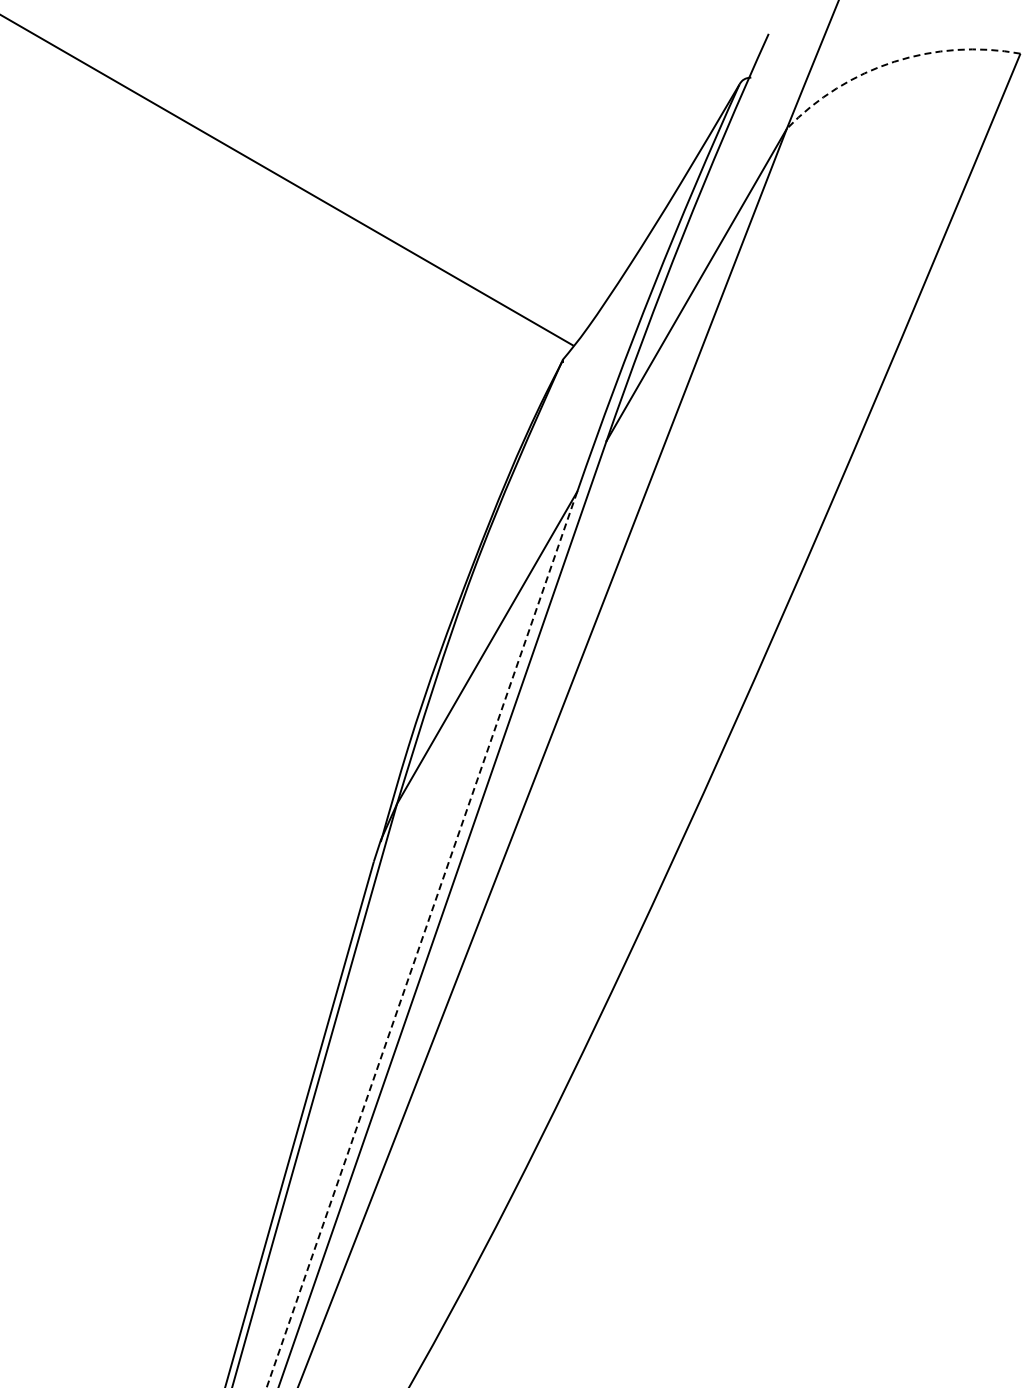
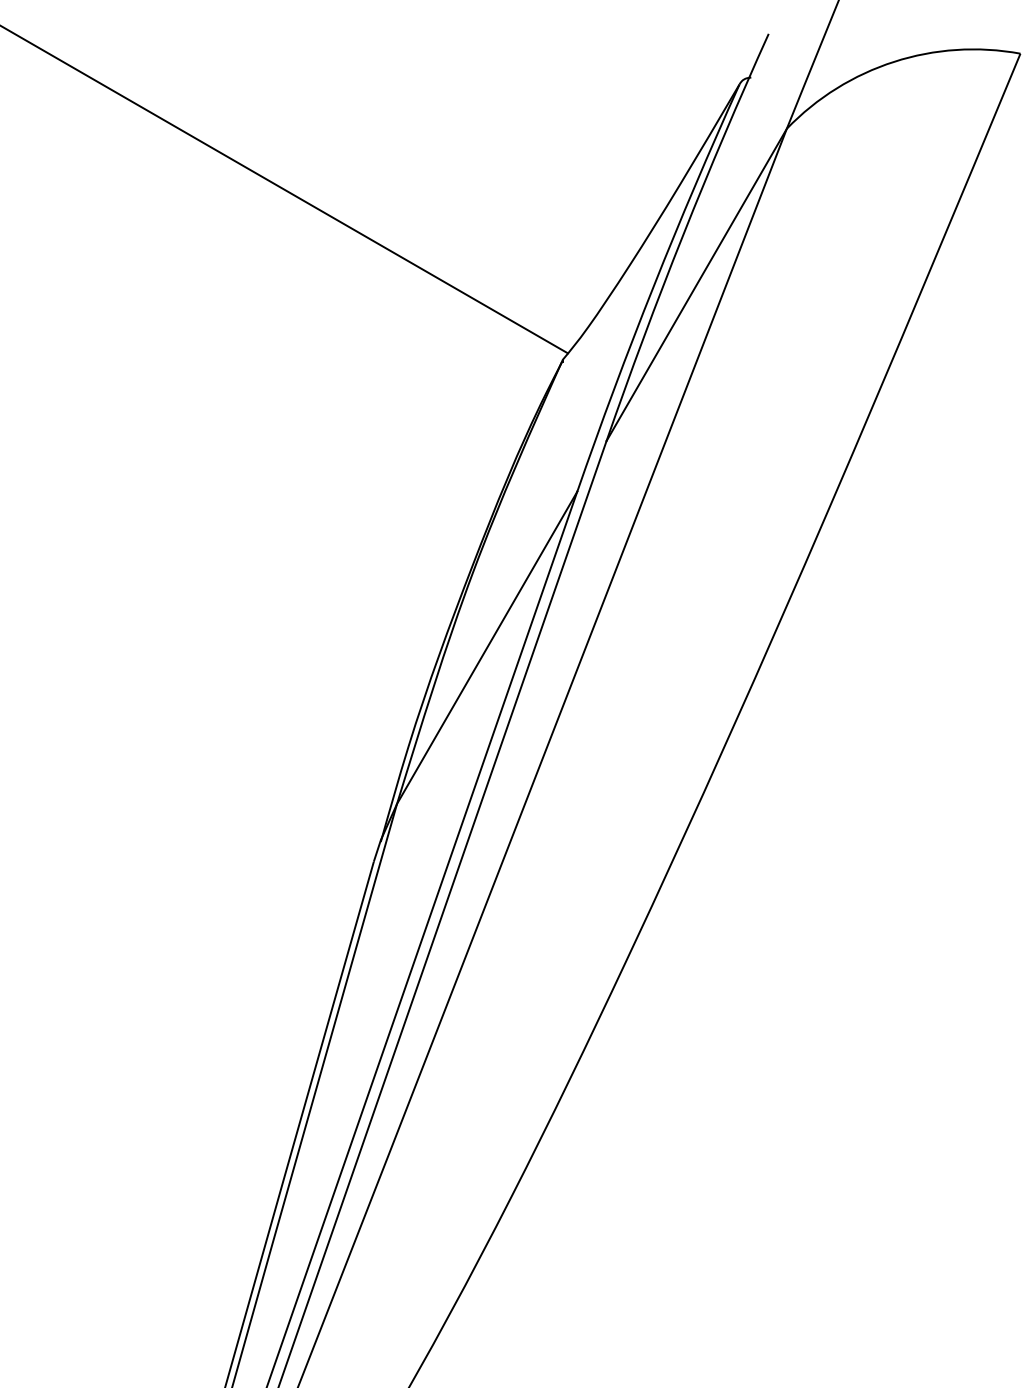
arc at (894, 61): dashed -> solid
line at (287, 180) position: (287, 180) -> (284, 189)
line at (422, 939): dashed -> solid
